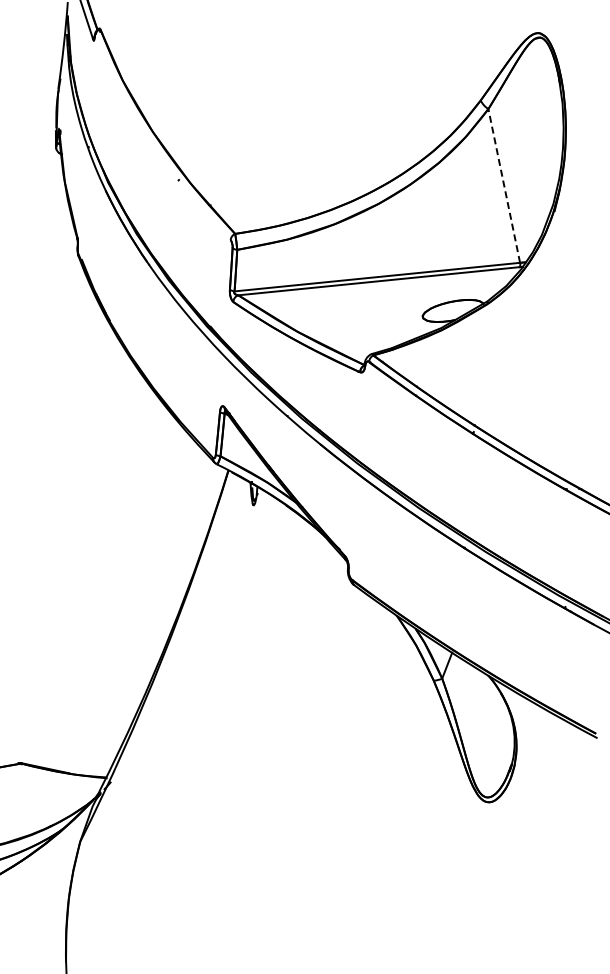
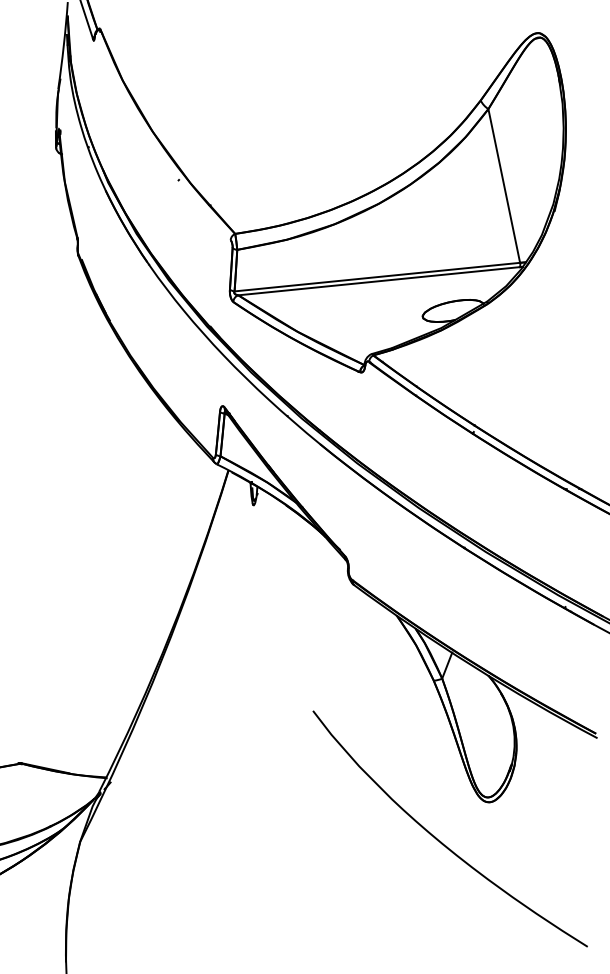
line at (504, 185): dashed -> solid
curve at (441, 841): none -> present
